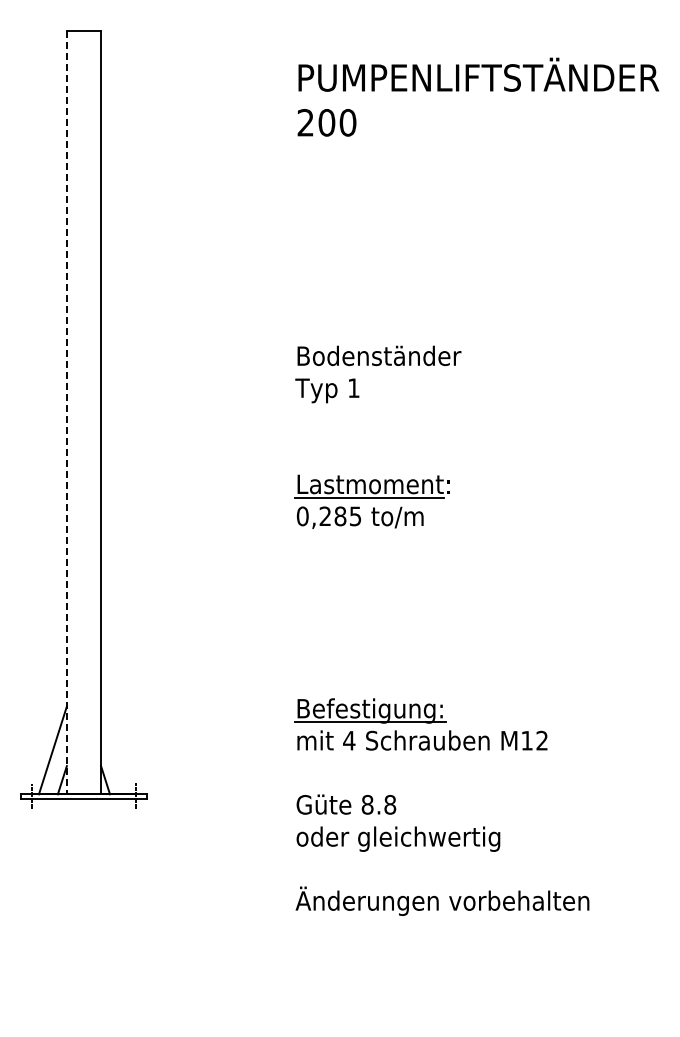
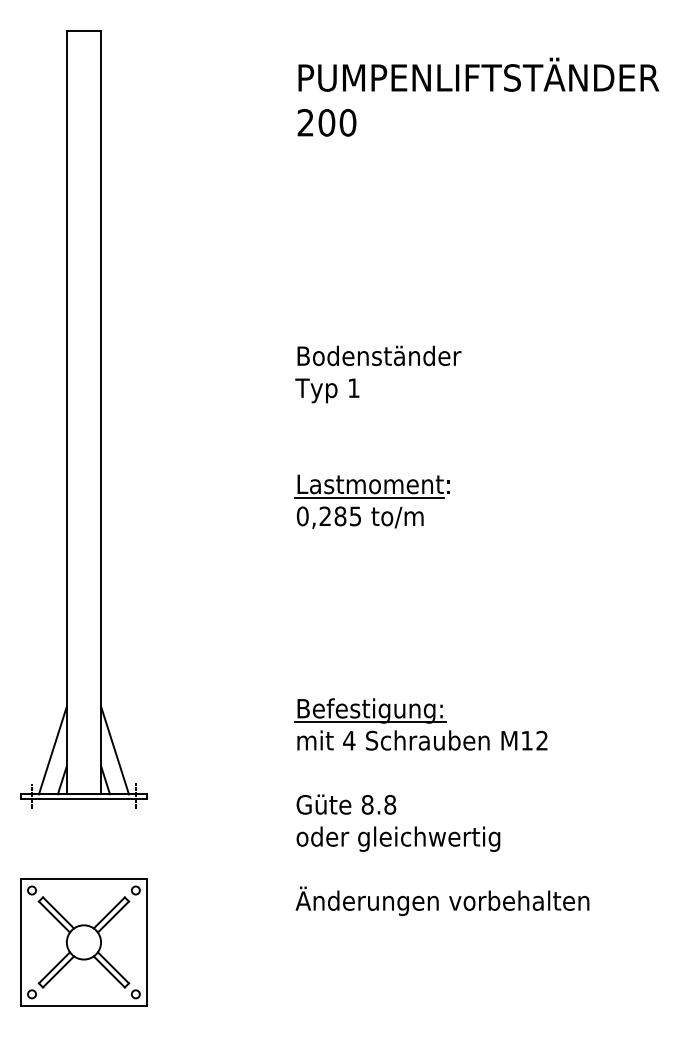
line at (66, 412): dashed -> solid
line at (114, 750): none -> present
part at (83, 942): none -> present
